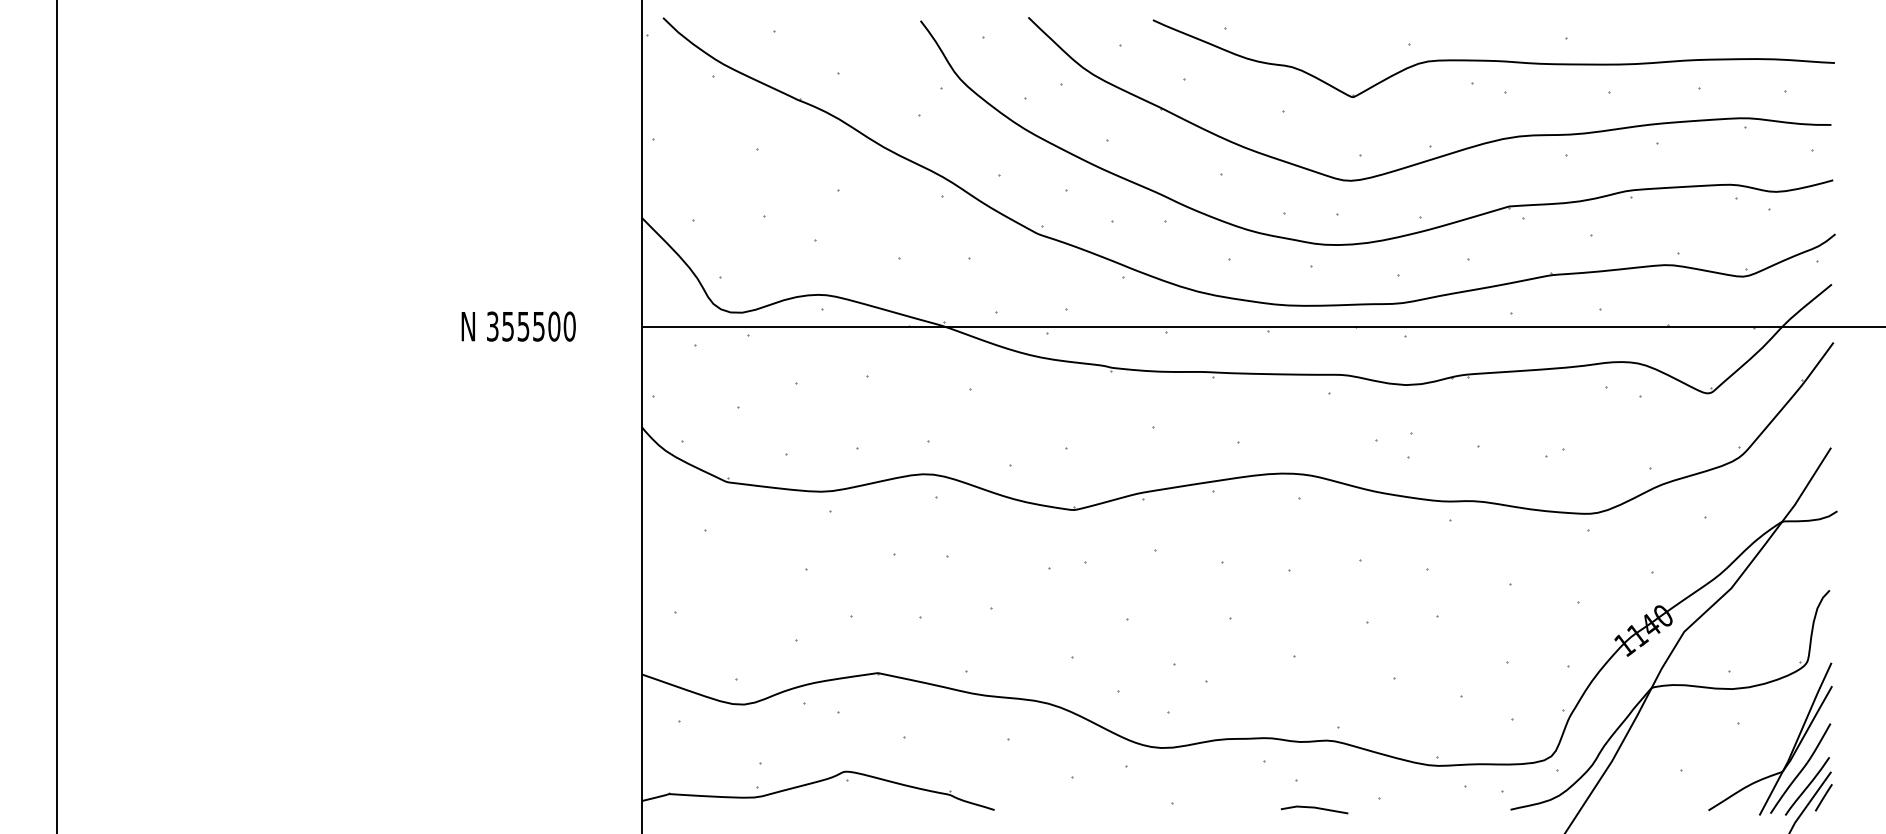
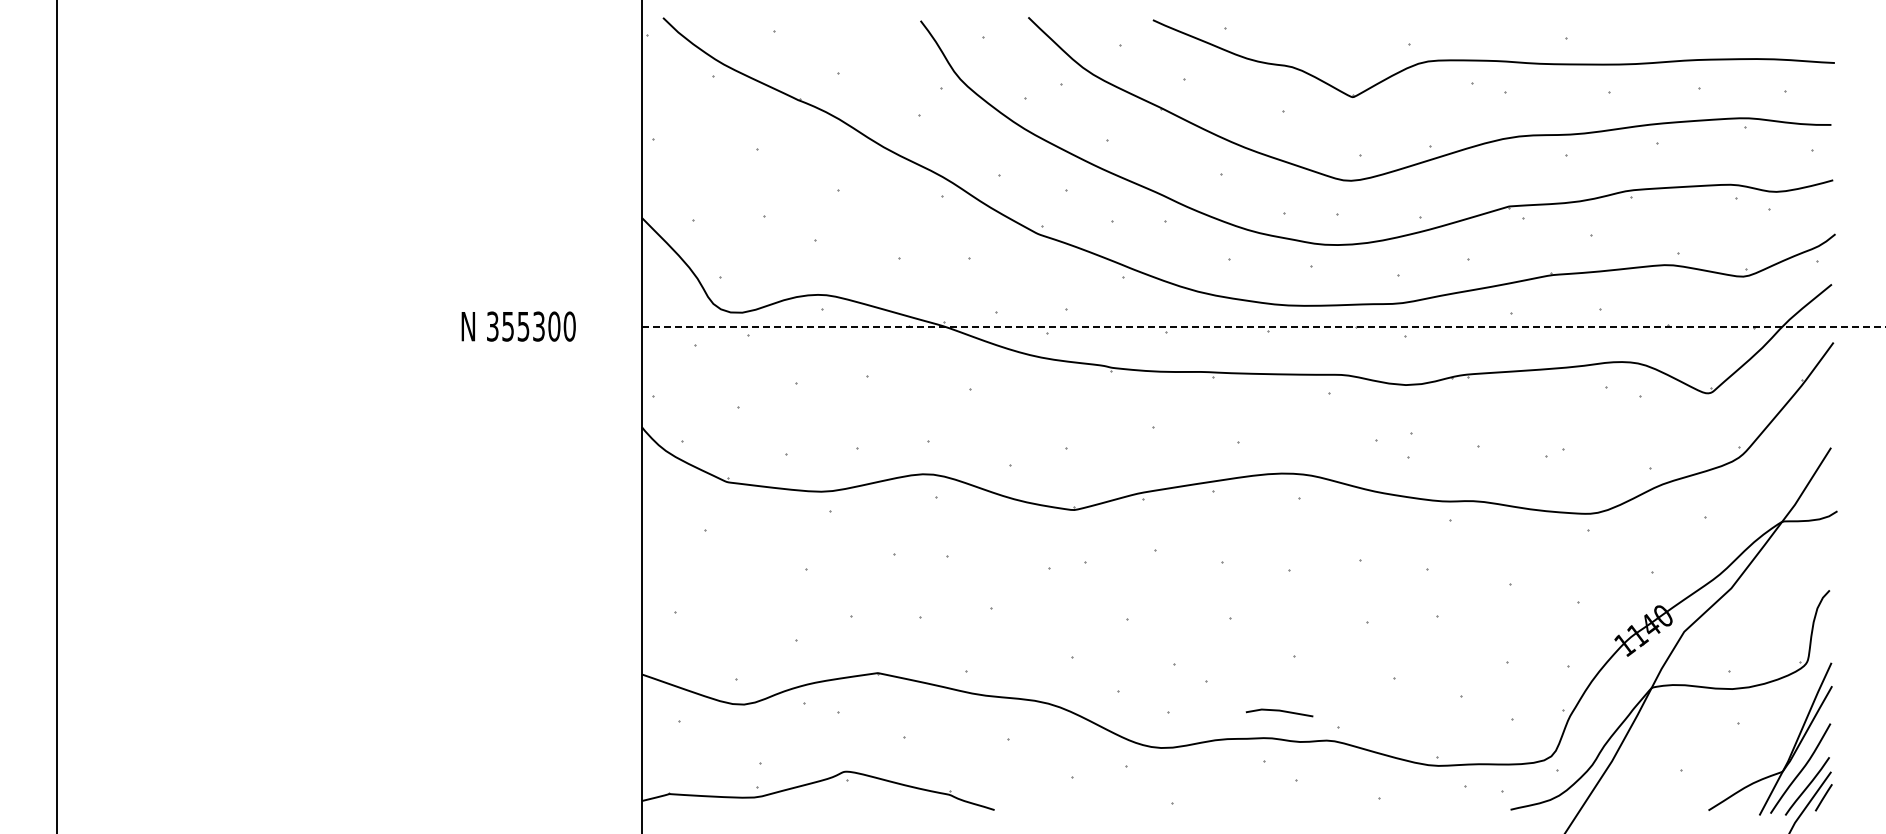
text at (538, 325): 355500 -> 355300
line at (1264, 326): solid -> dashed
line at (1314, 808) position: (1314, 808) -> (1279, 711)
